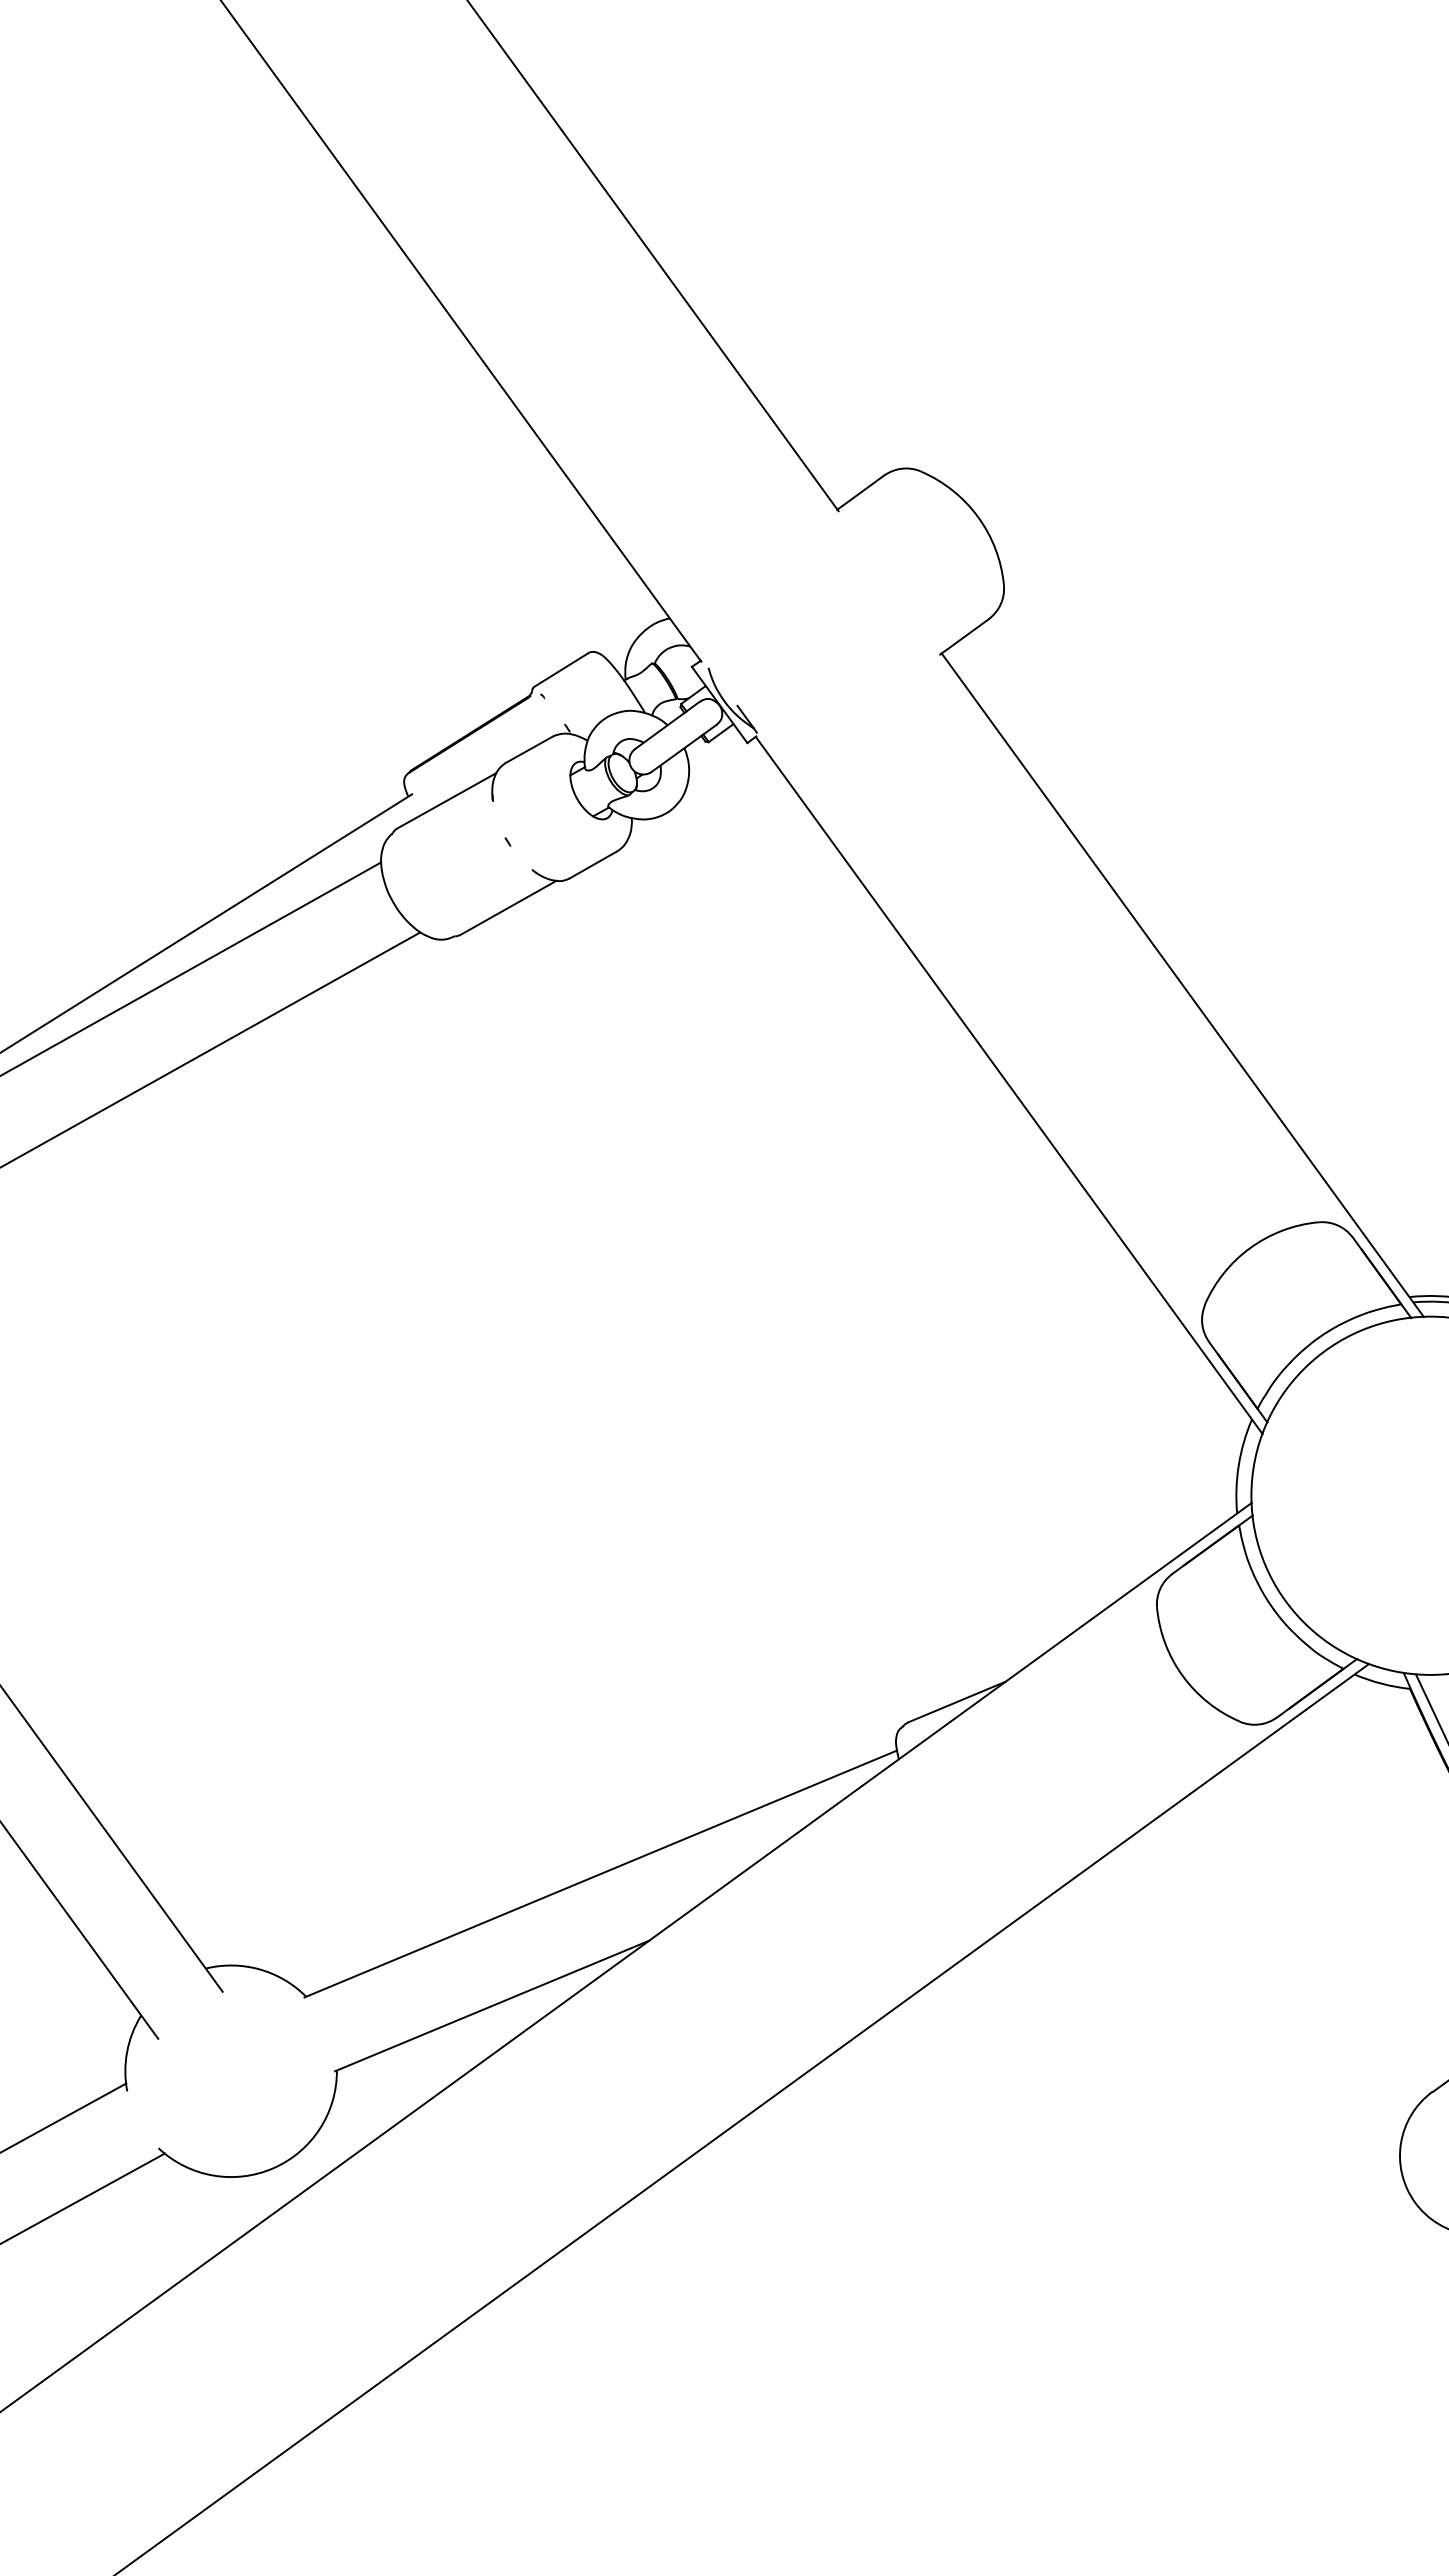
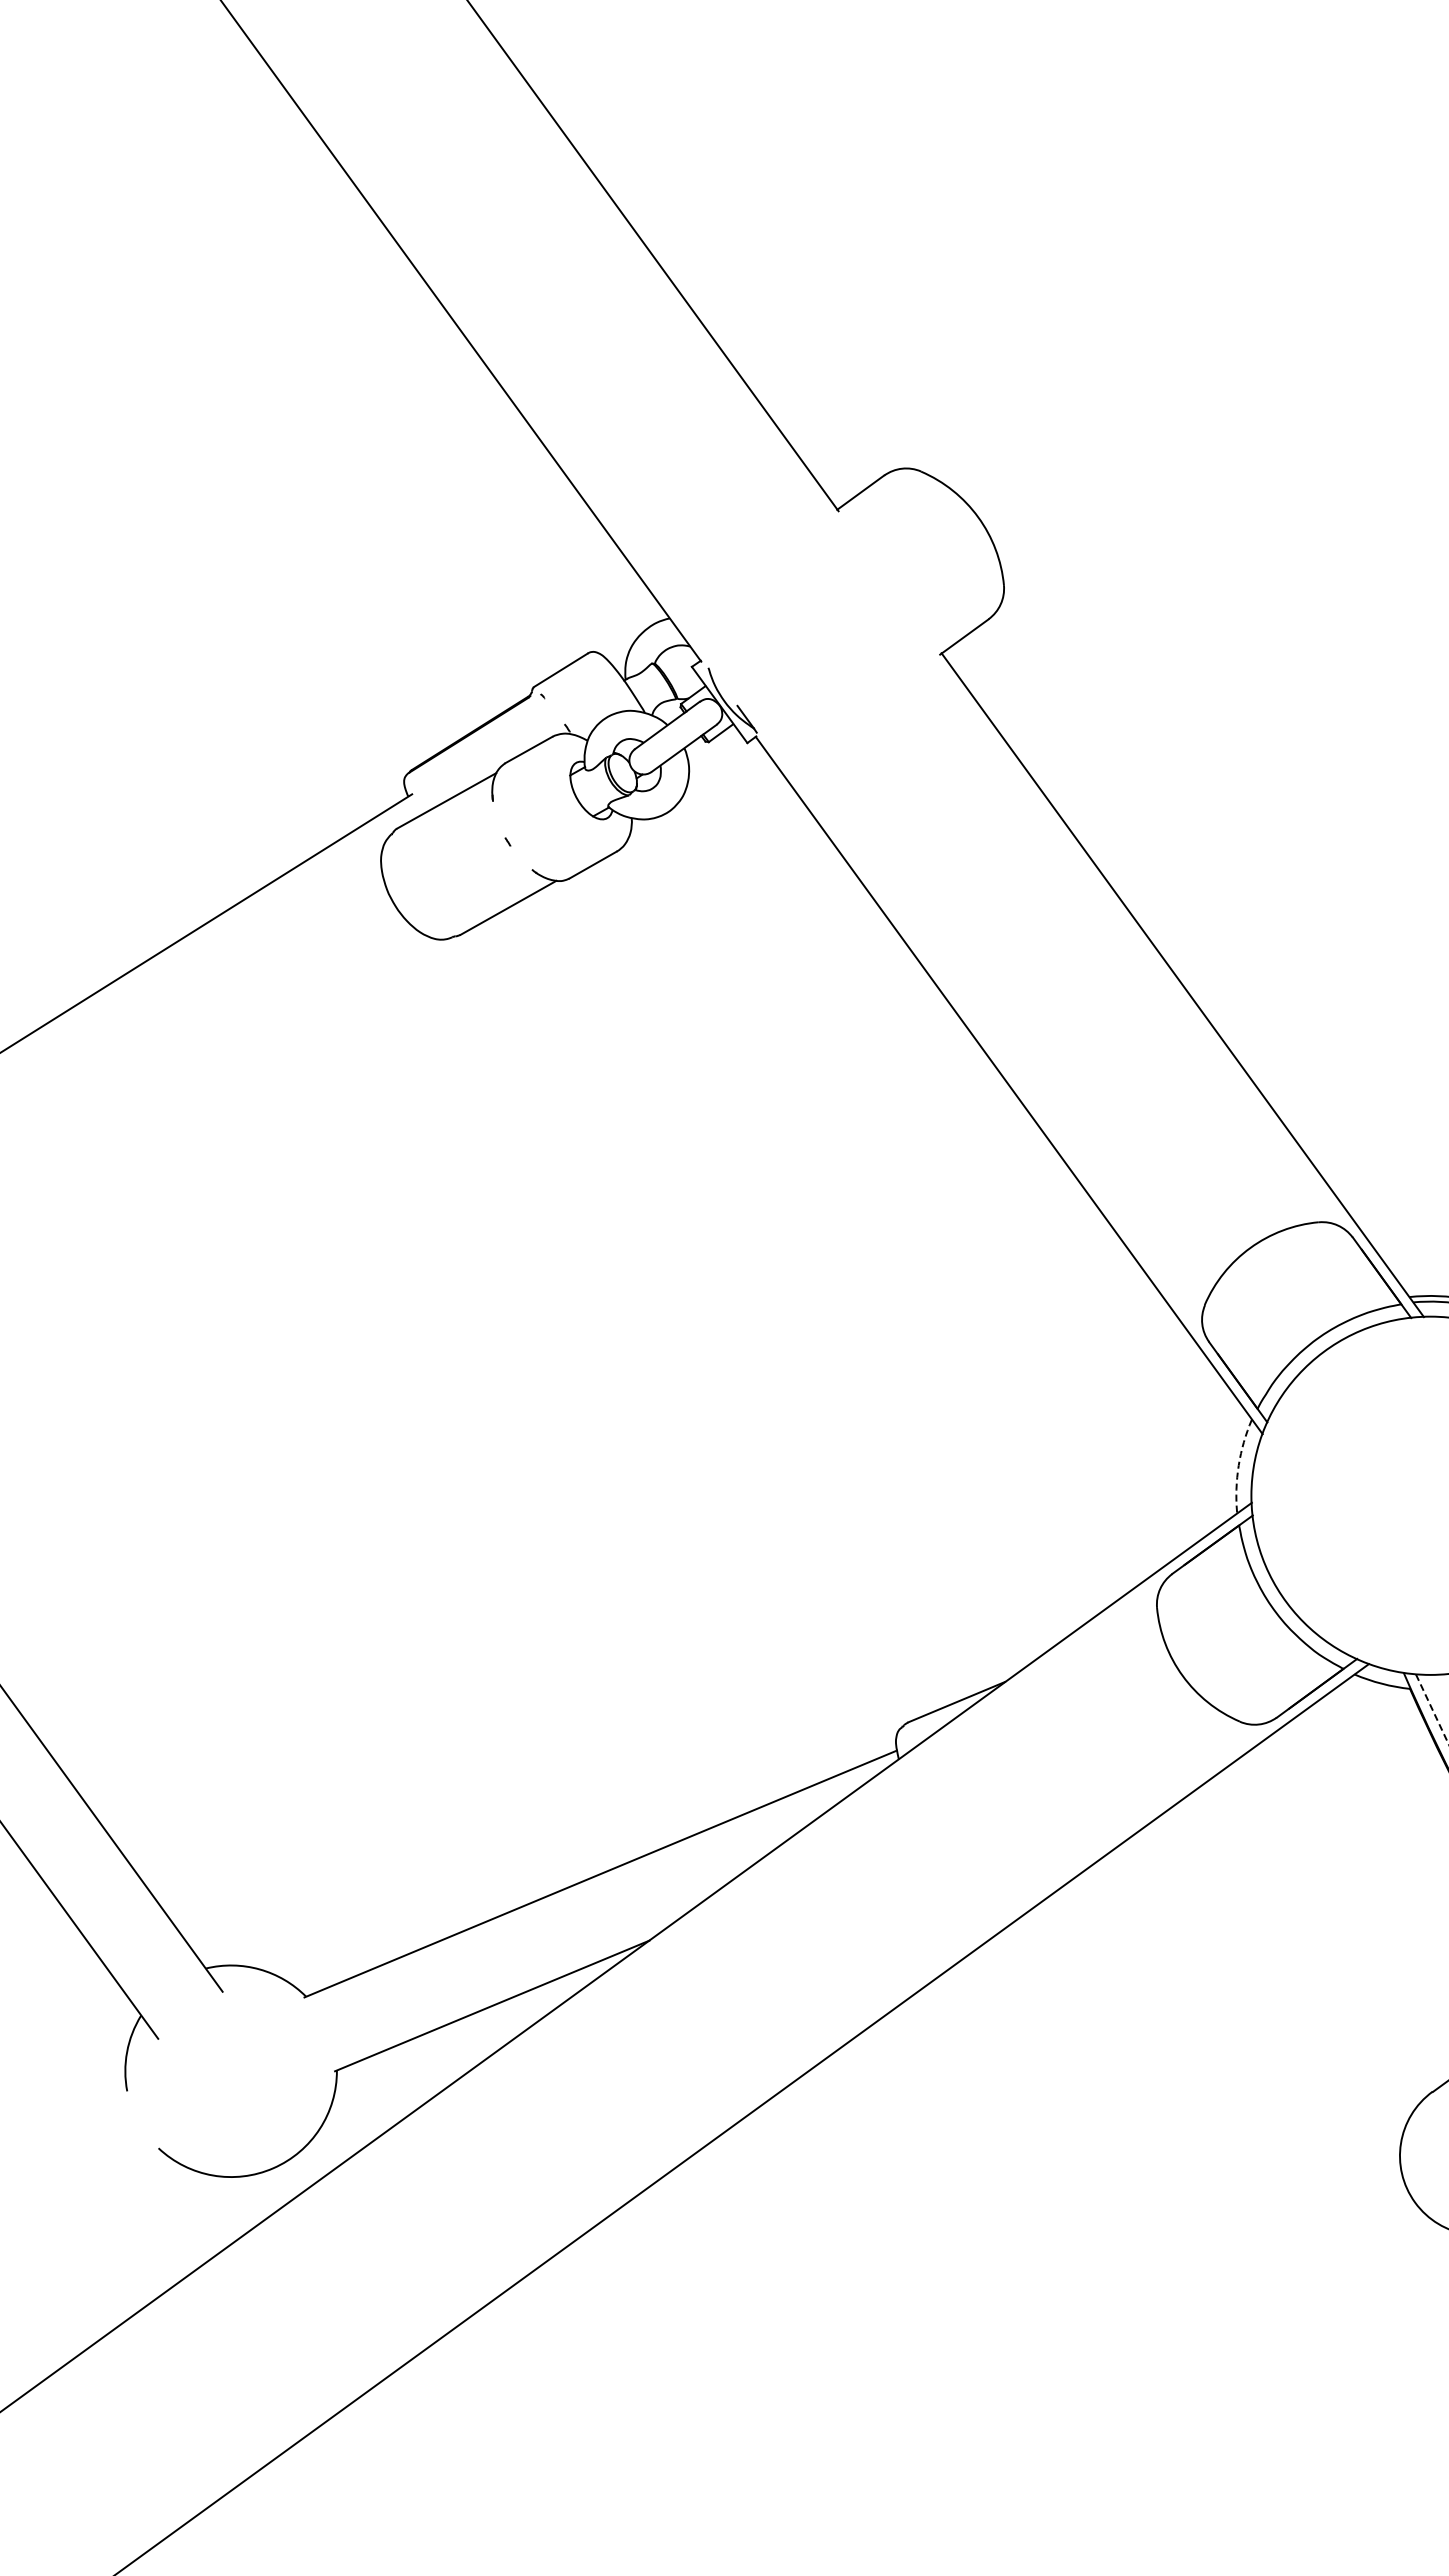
line at (191, 968): present -> none
line at (211, 1049): present -> none
arc at (1238, 1465): solid -> dashed
line at (1432, 1709): solid -> dashed
line at (64, 2117): present -> none
line at (83, 2197): present -> none
